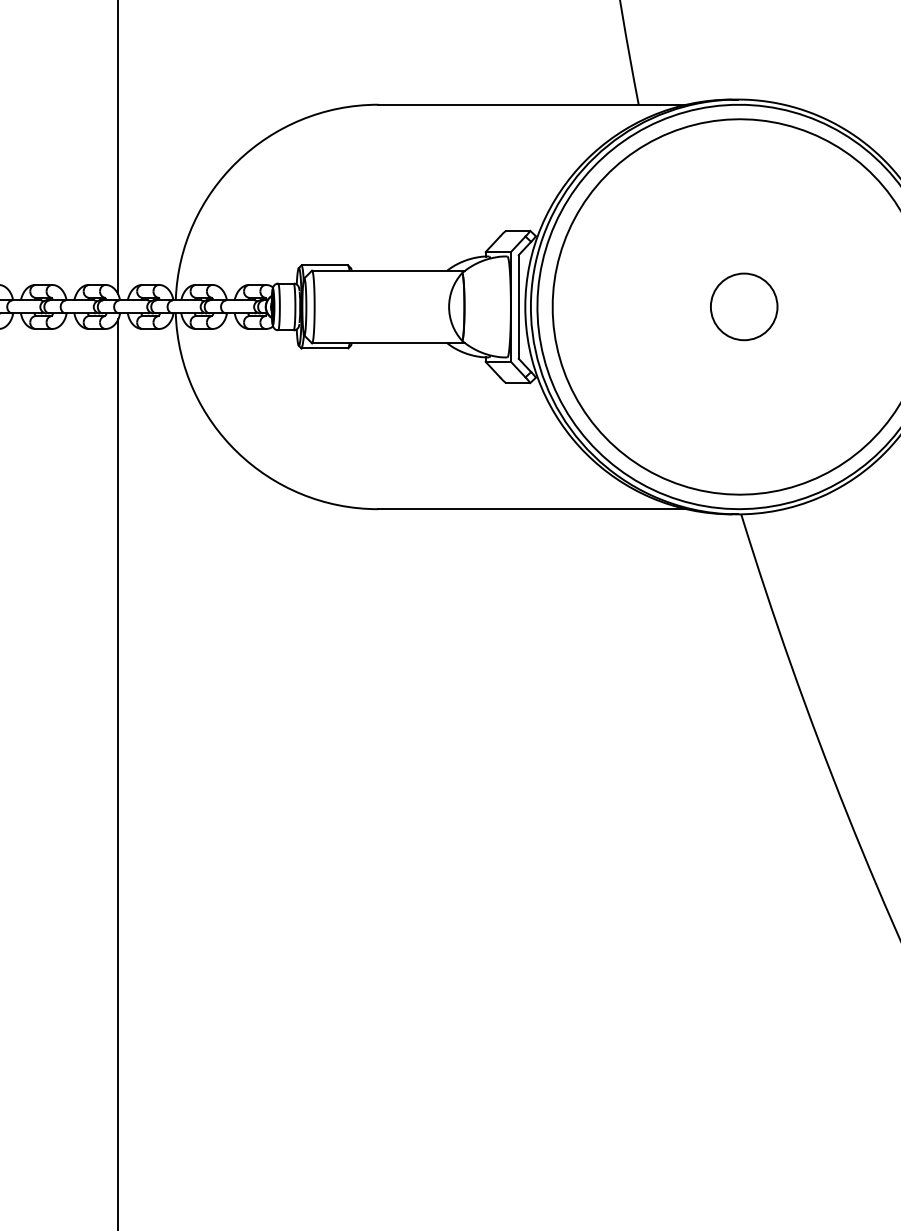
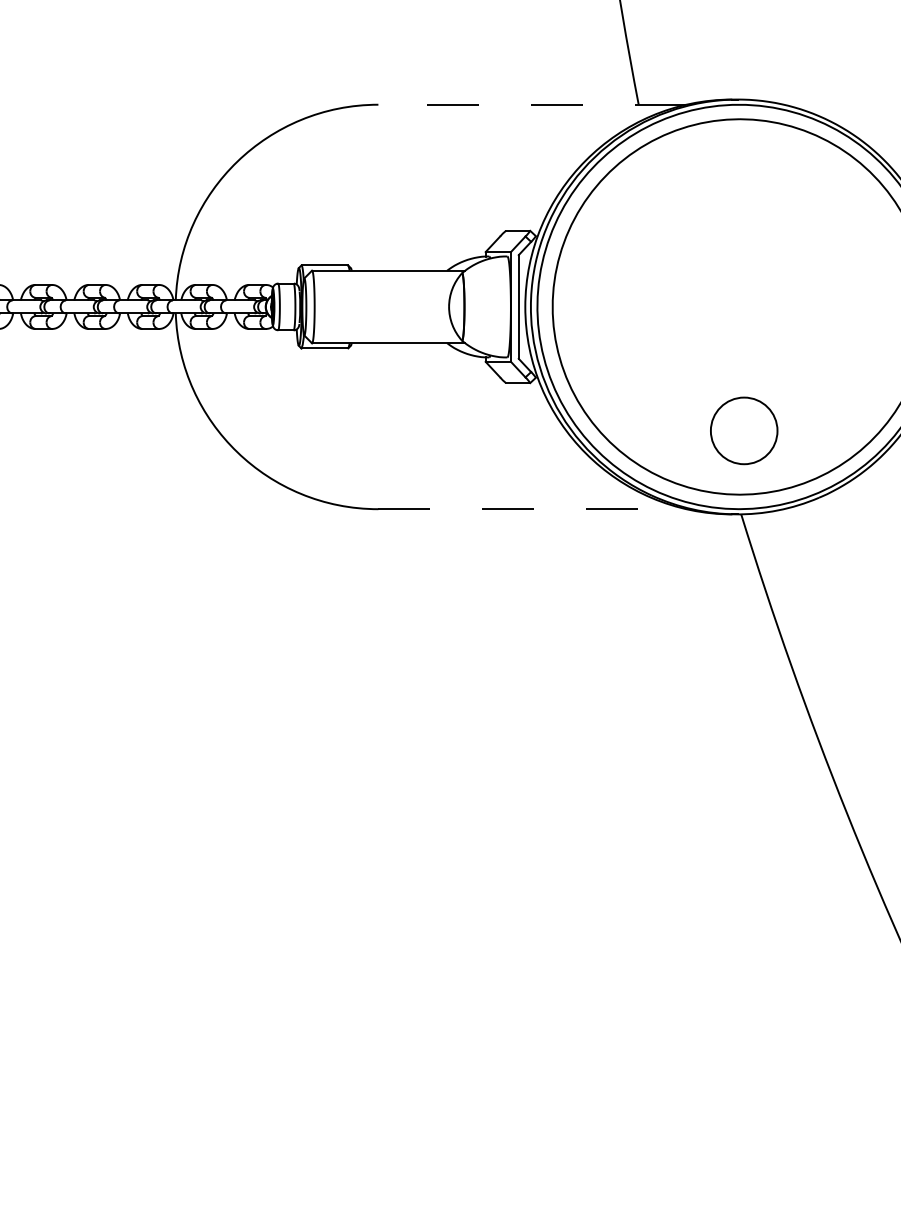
line at (532, 104): solid -> dashed
line at (118, 148): present -> none
circle at (744, 306) position: (744, 306) -> (744, 430)
line at (532, 509): solid -> dashed
line at (118, 773): present -> none
